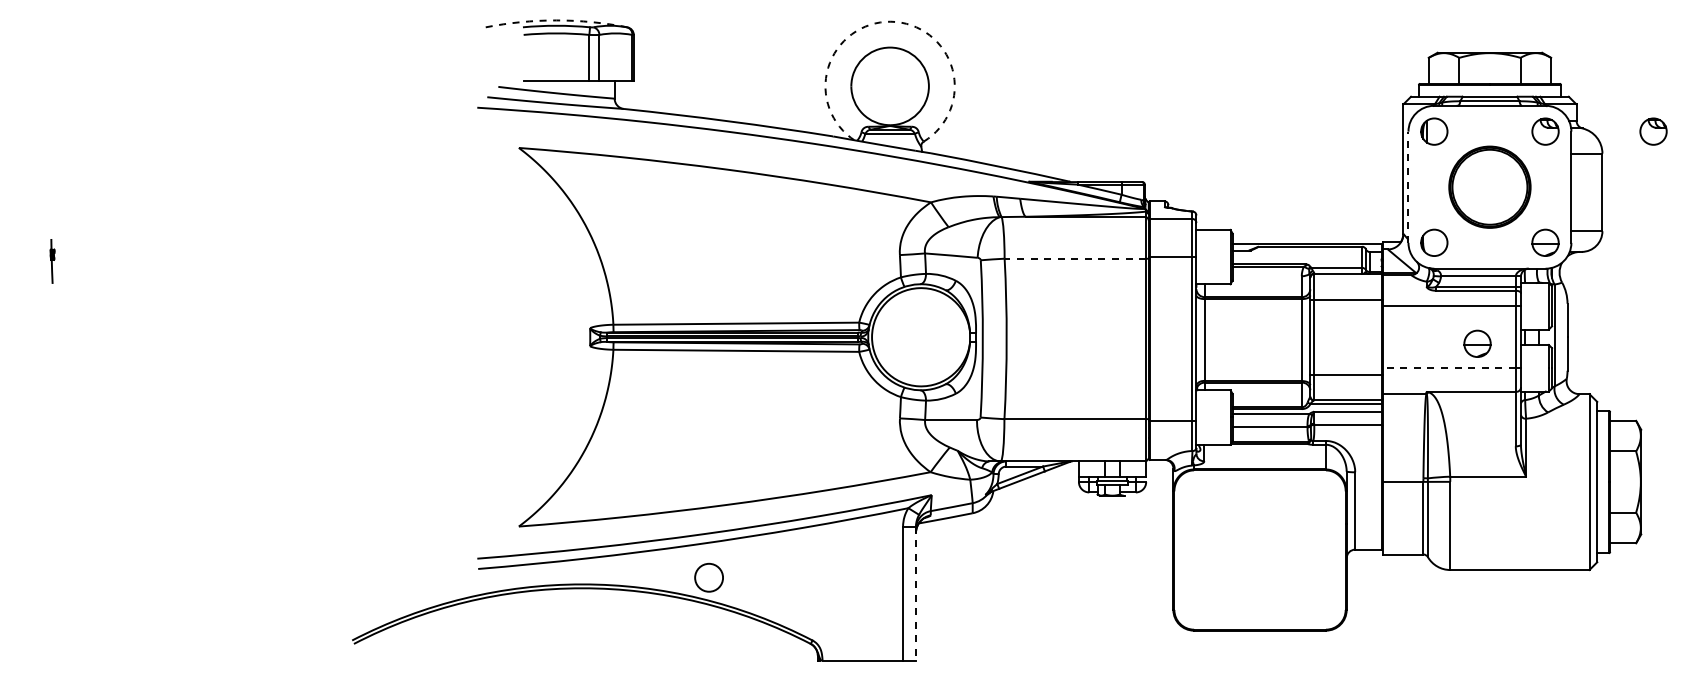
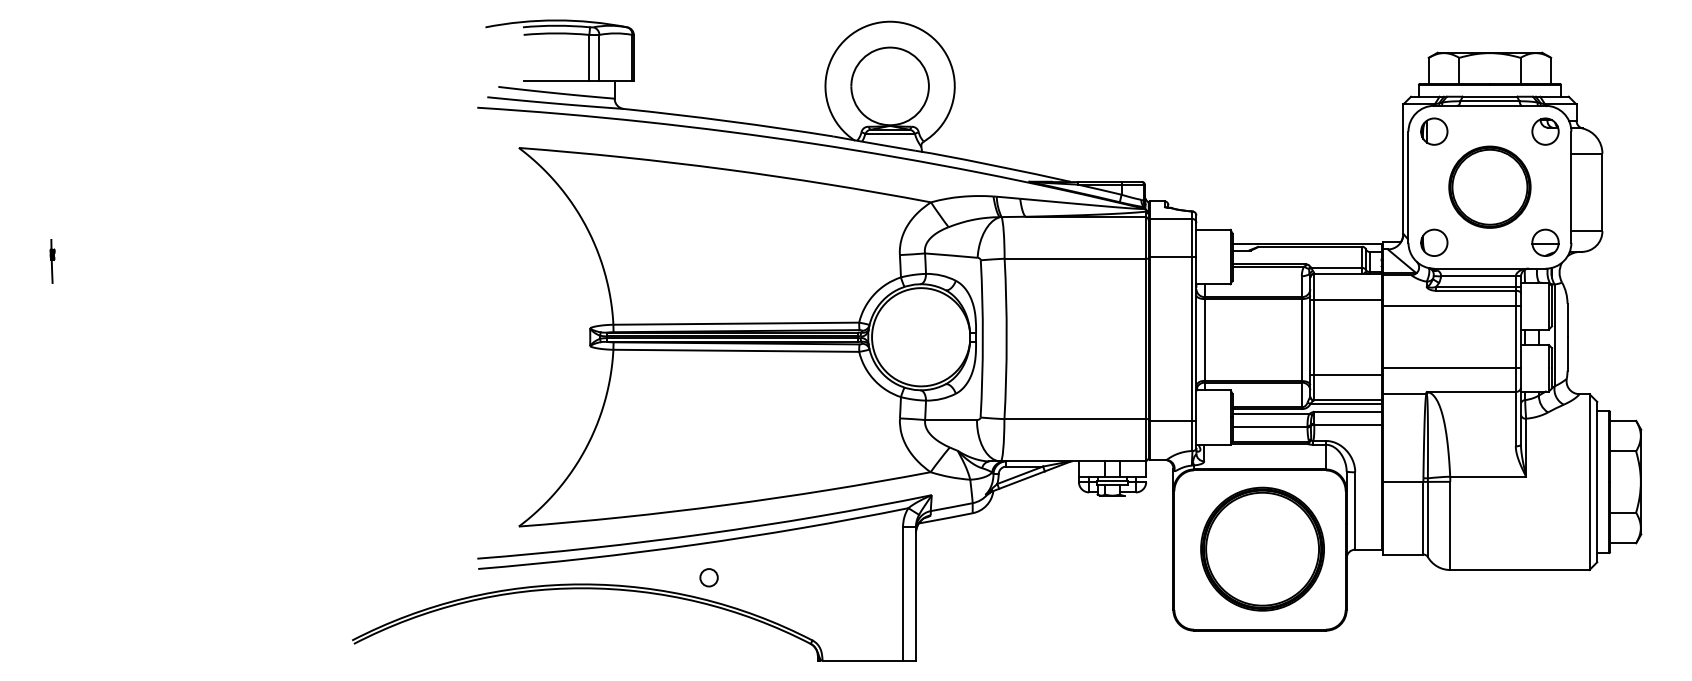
arc at (556, 20): dashed -> solid
arc at (890, 21): dashed -> solid
part at (1653, 131): present -> none
line at (1408, 187): dashed -> solid
line at (1075, 258): dashed -> solid
part at (1477, 343): present -> none
line at (1449, 368): dashed -> solid
part at (1262, 548): none -> present
circle at (709, 577) diameter: 28 px -> 17 px
line at (915, 593): dashed -> solid
